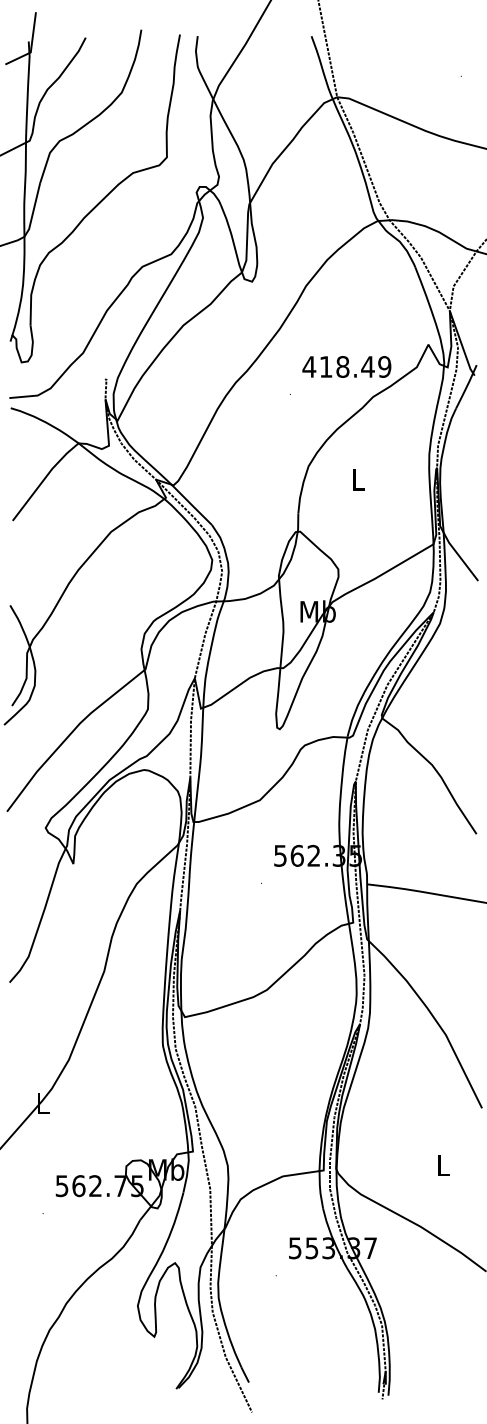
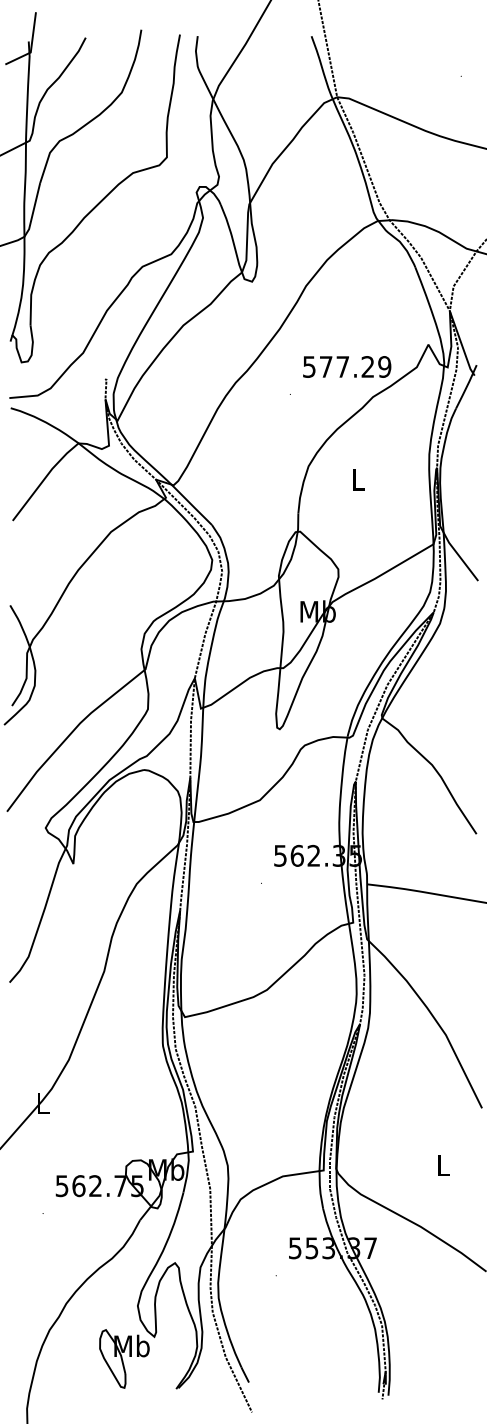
text at (338, 366): 418.49 -> 577.29
part at (124, 1358): none -> present
